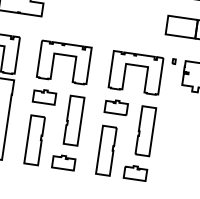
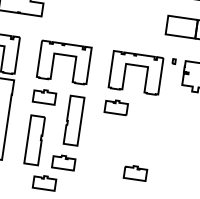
part at (145, 131): present -> none
part at (106, 150): present -> none
part at (44, 183): none -> present
